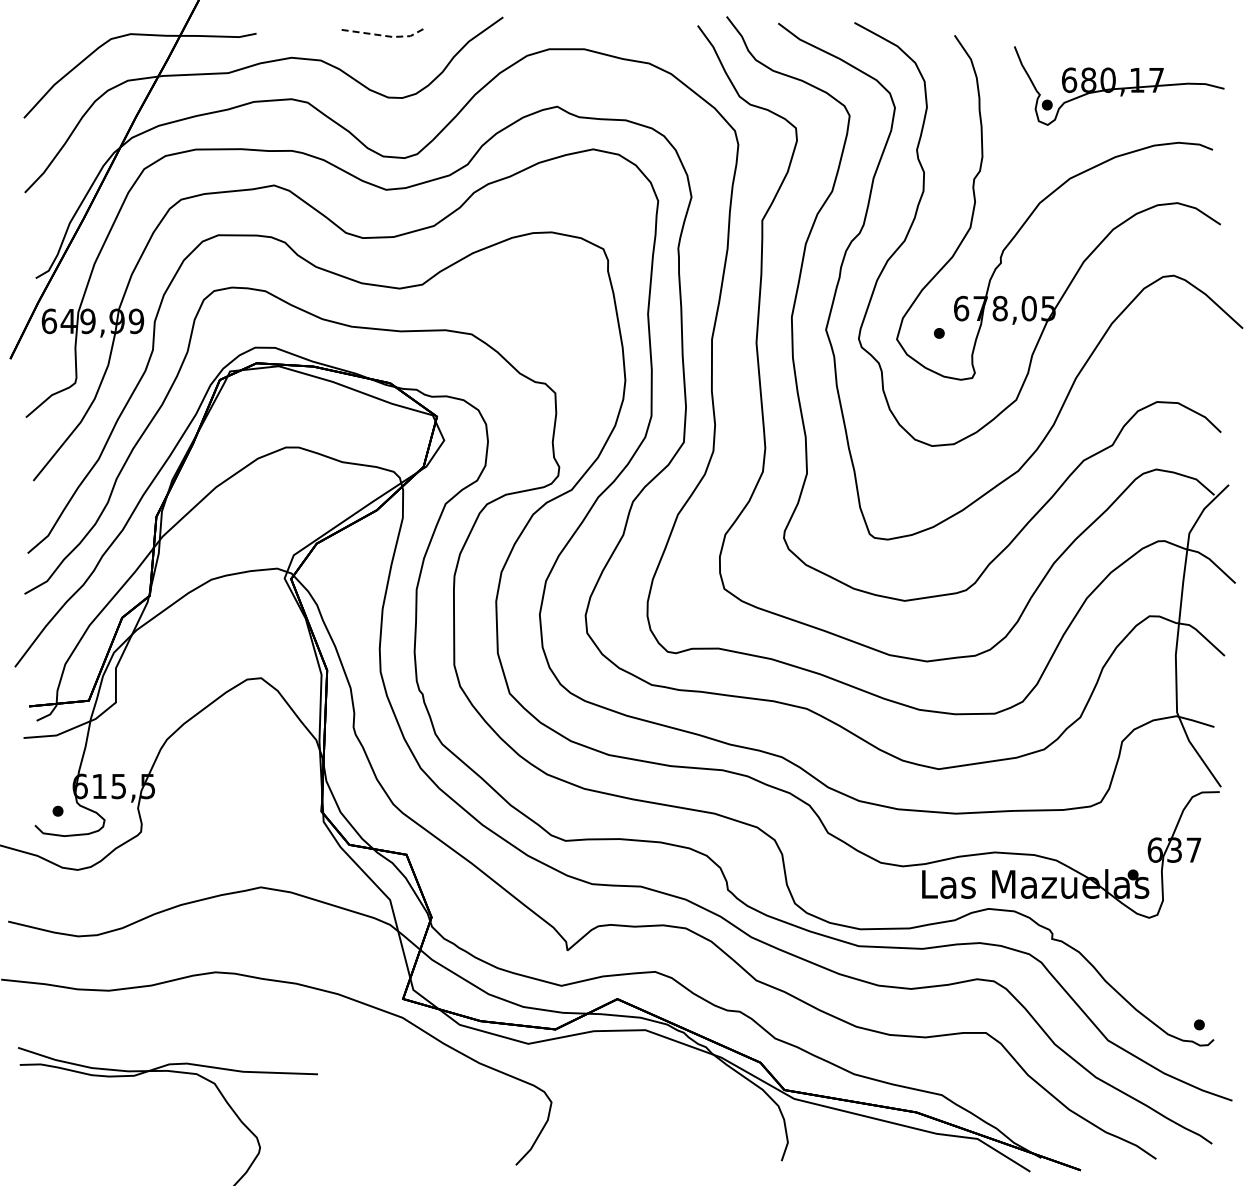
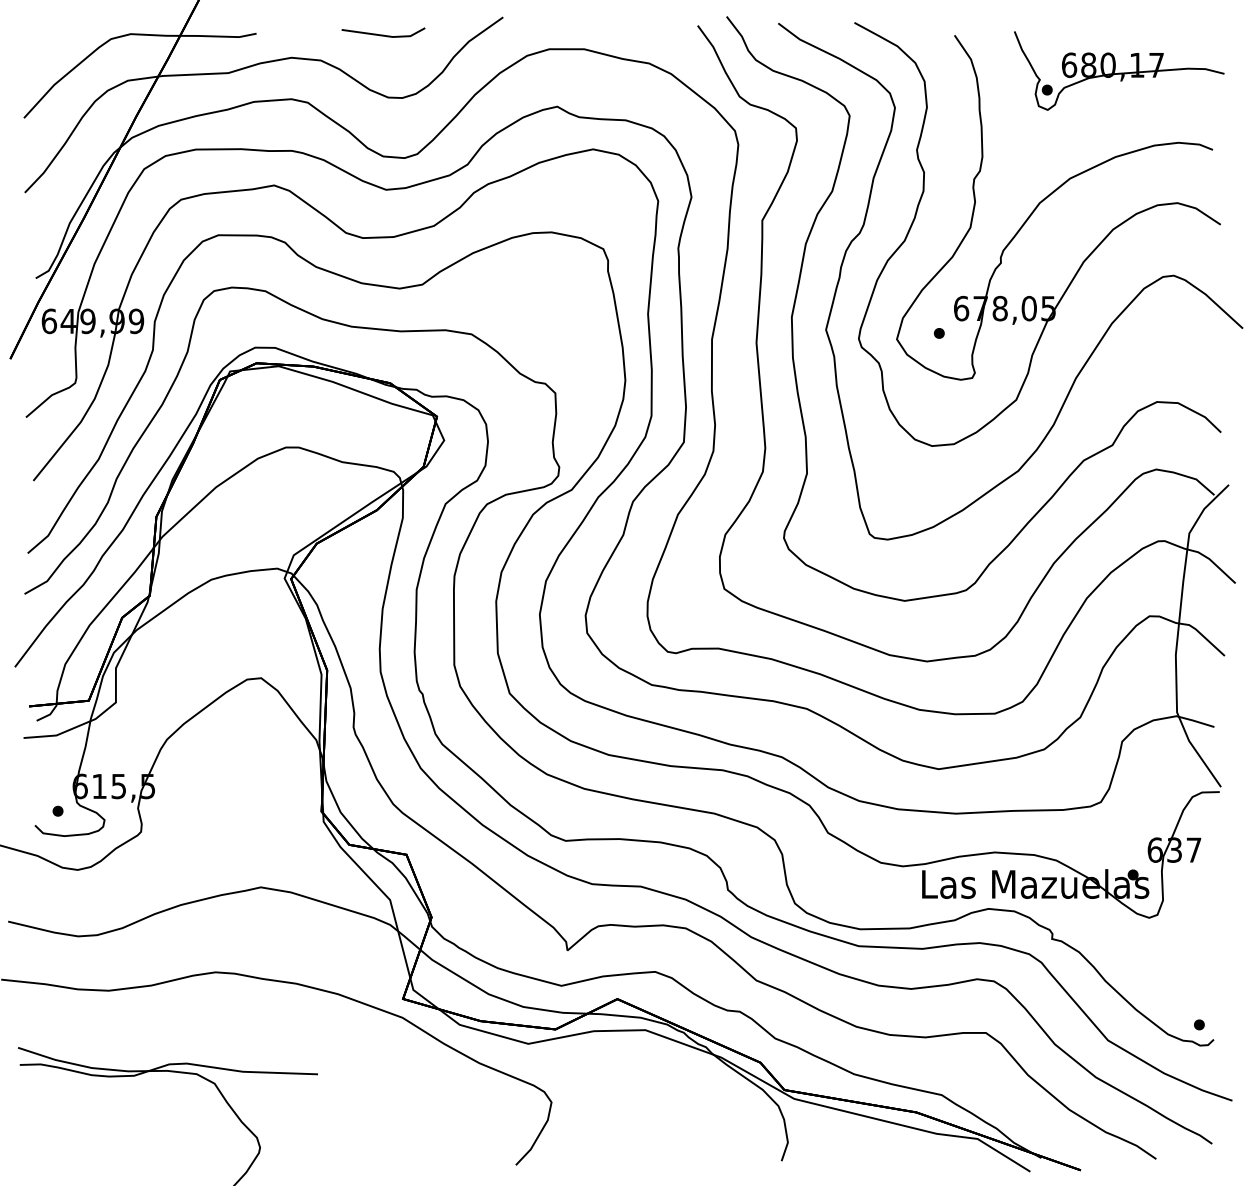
line at (385, 36): dashed -> solid
part at (1119, 85) position: (1119, 85) -> (1119, 70)
